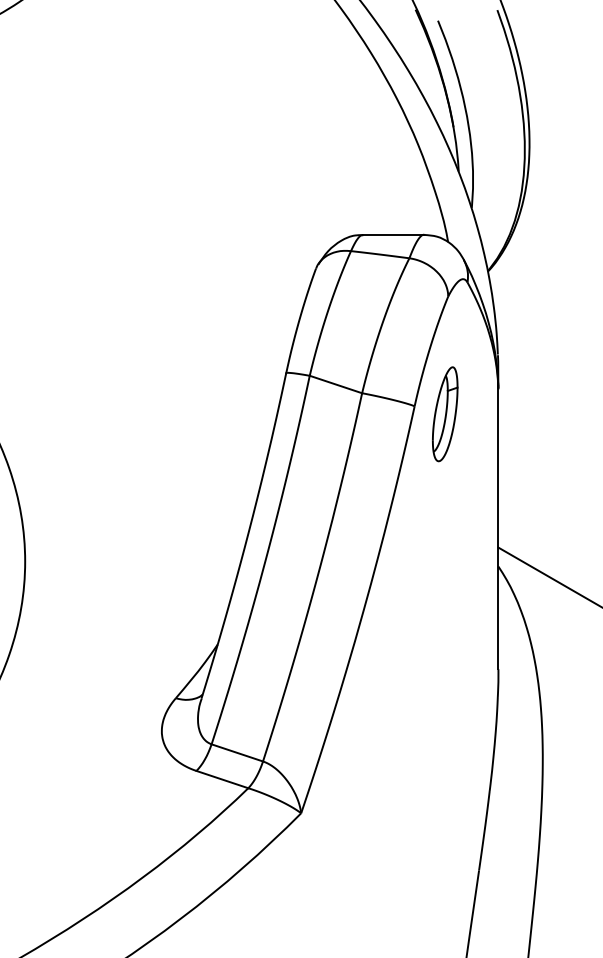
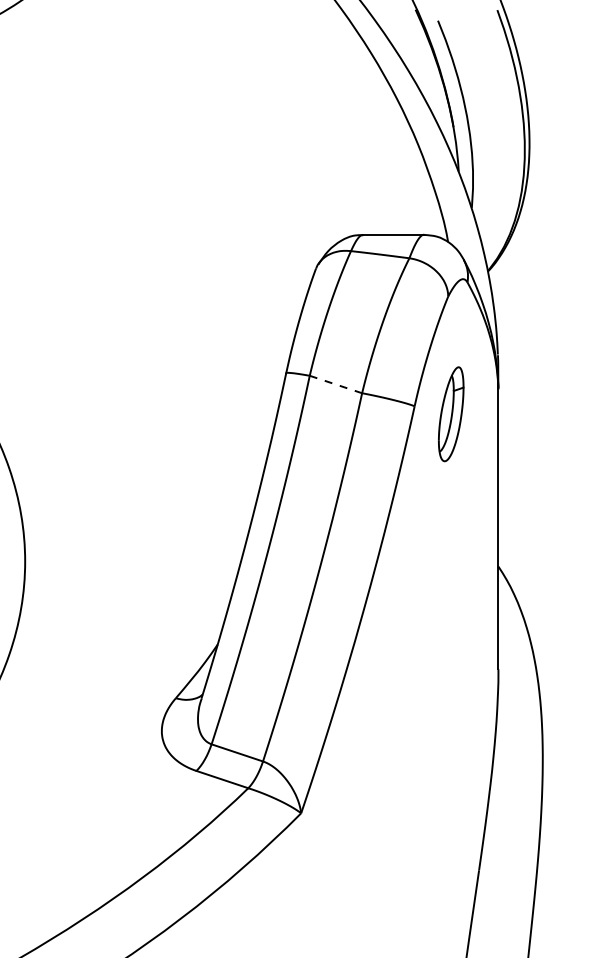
line at (335, 384): solid -> dashed
part at (445, 414) position: (445, 414) -> (451, 414)
line at (548, 576): present -> none
